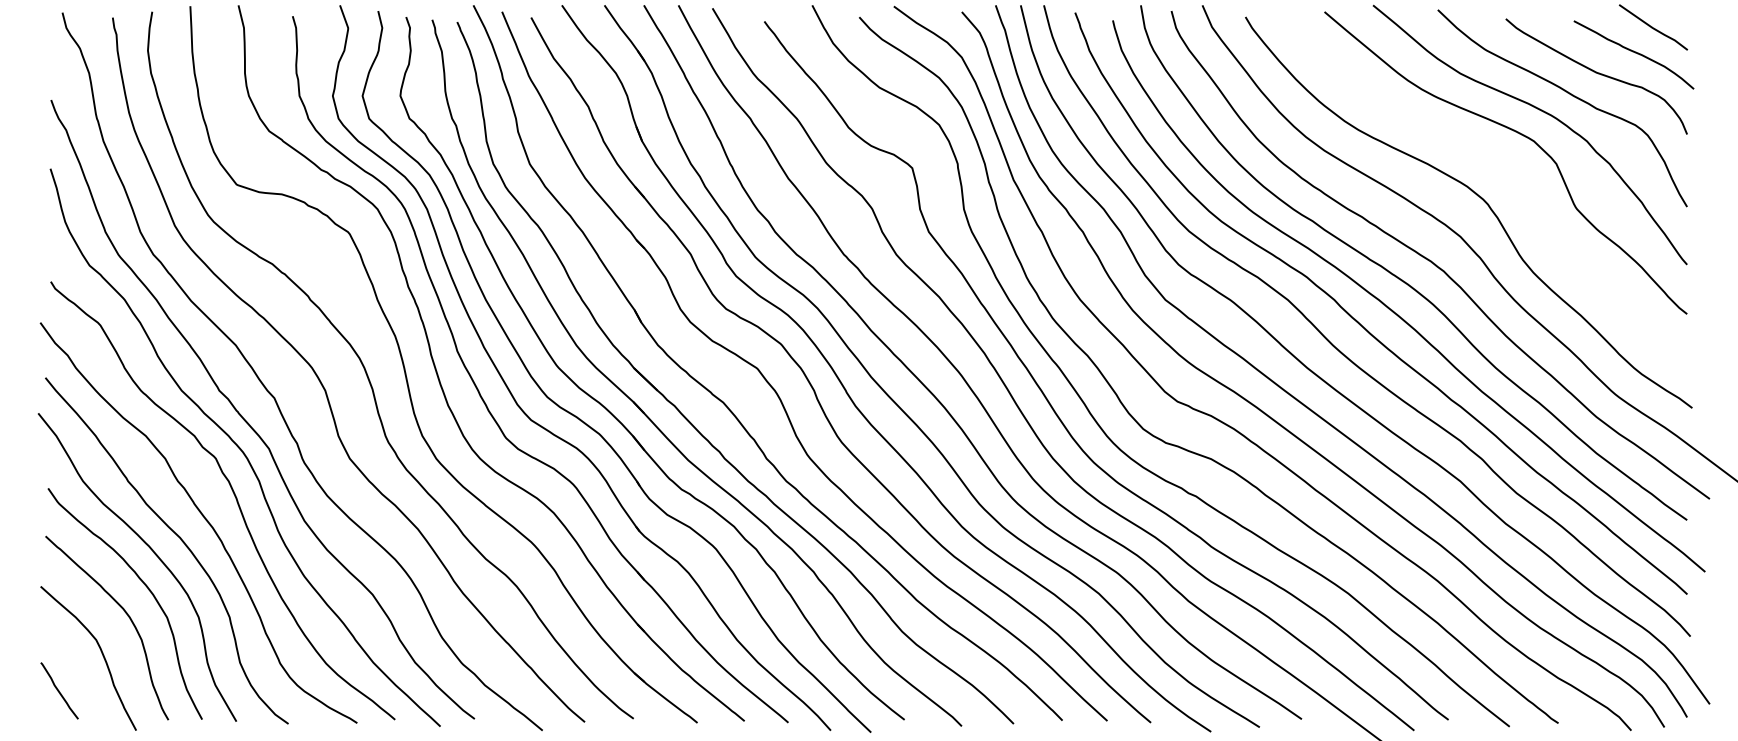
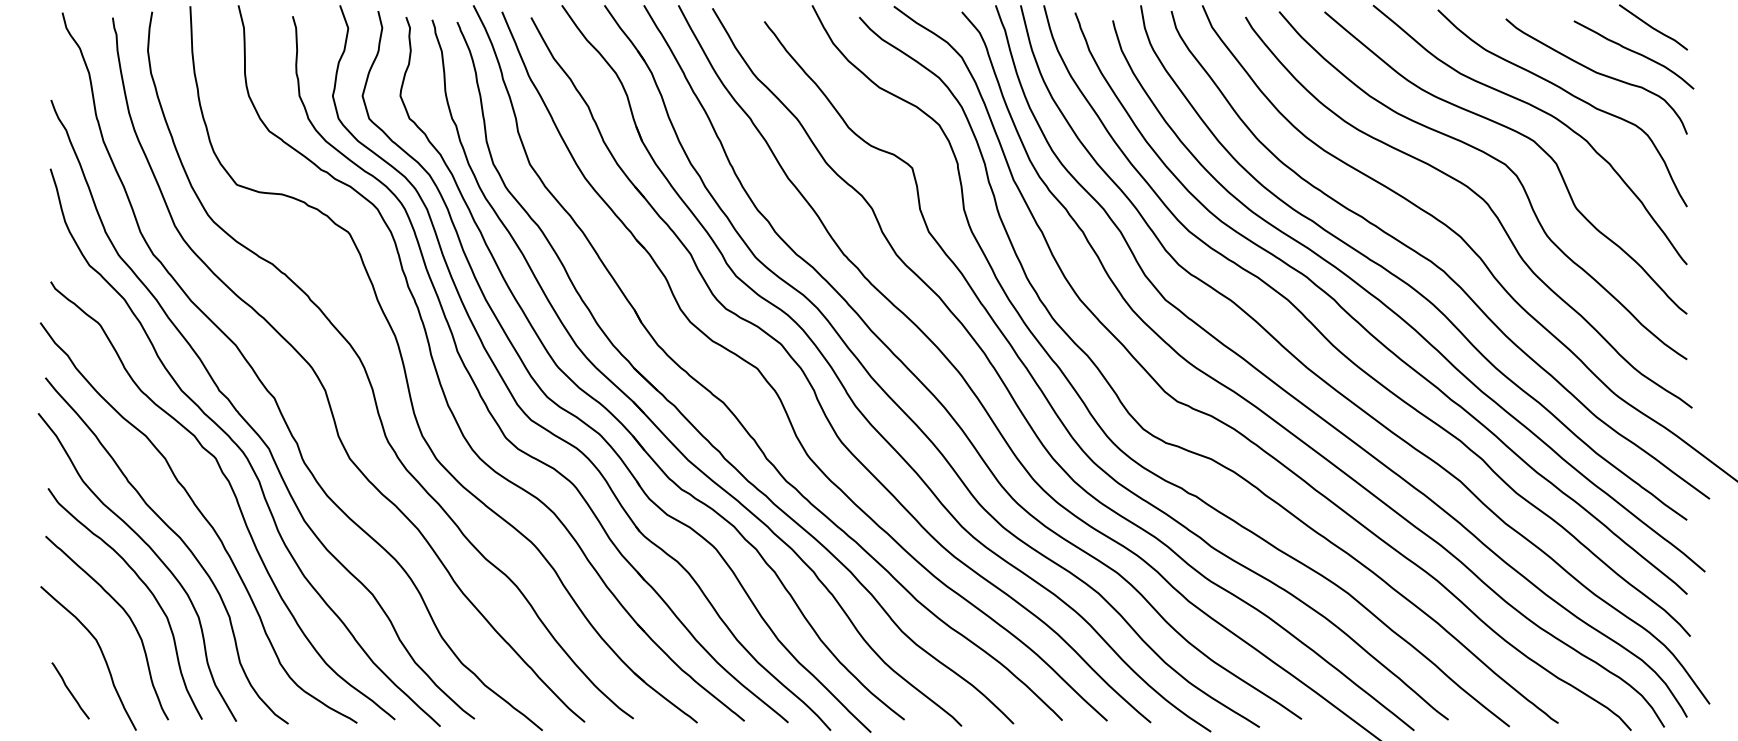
curve at (1497, 161): none -> present
curve at (59, 690) position: (59, 690) -> (70, 690)
